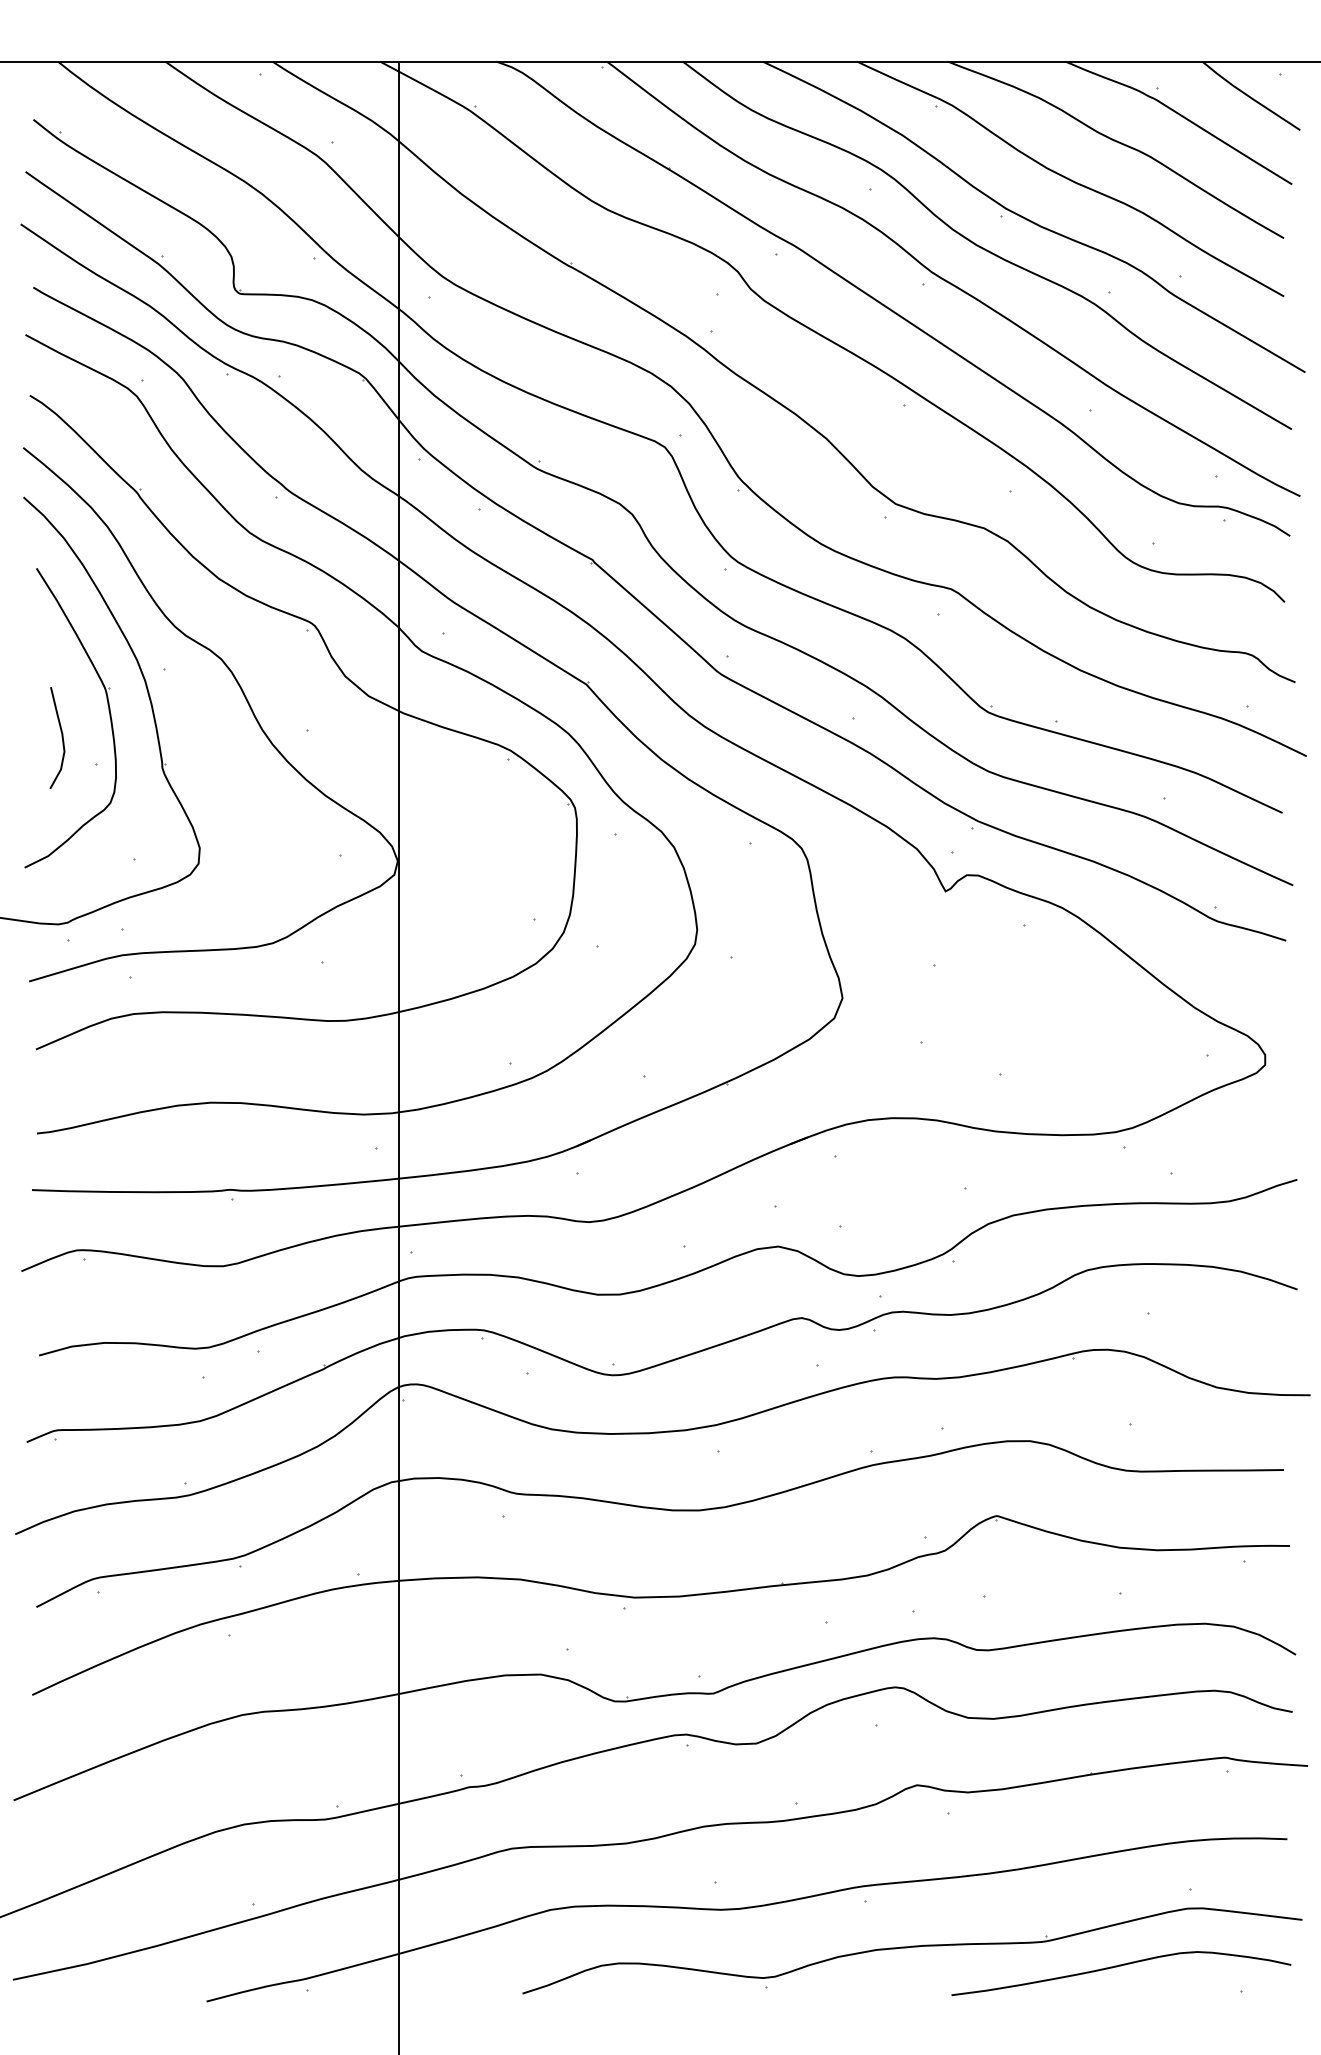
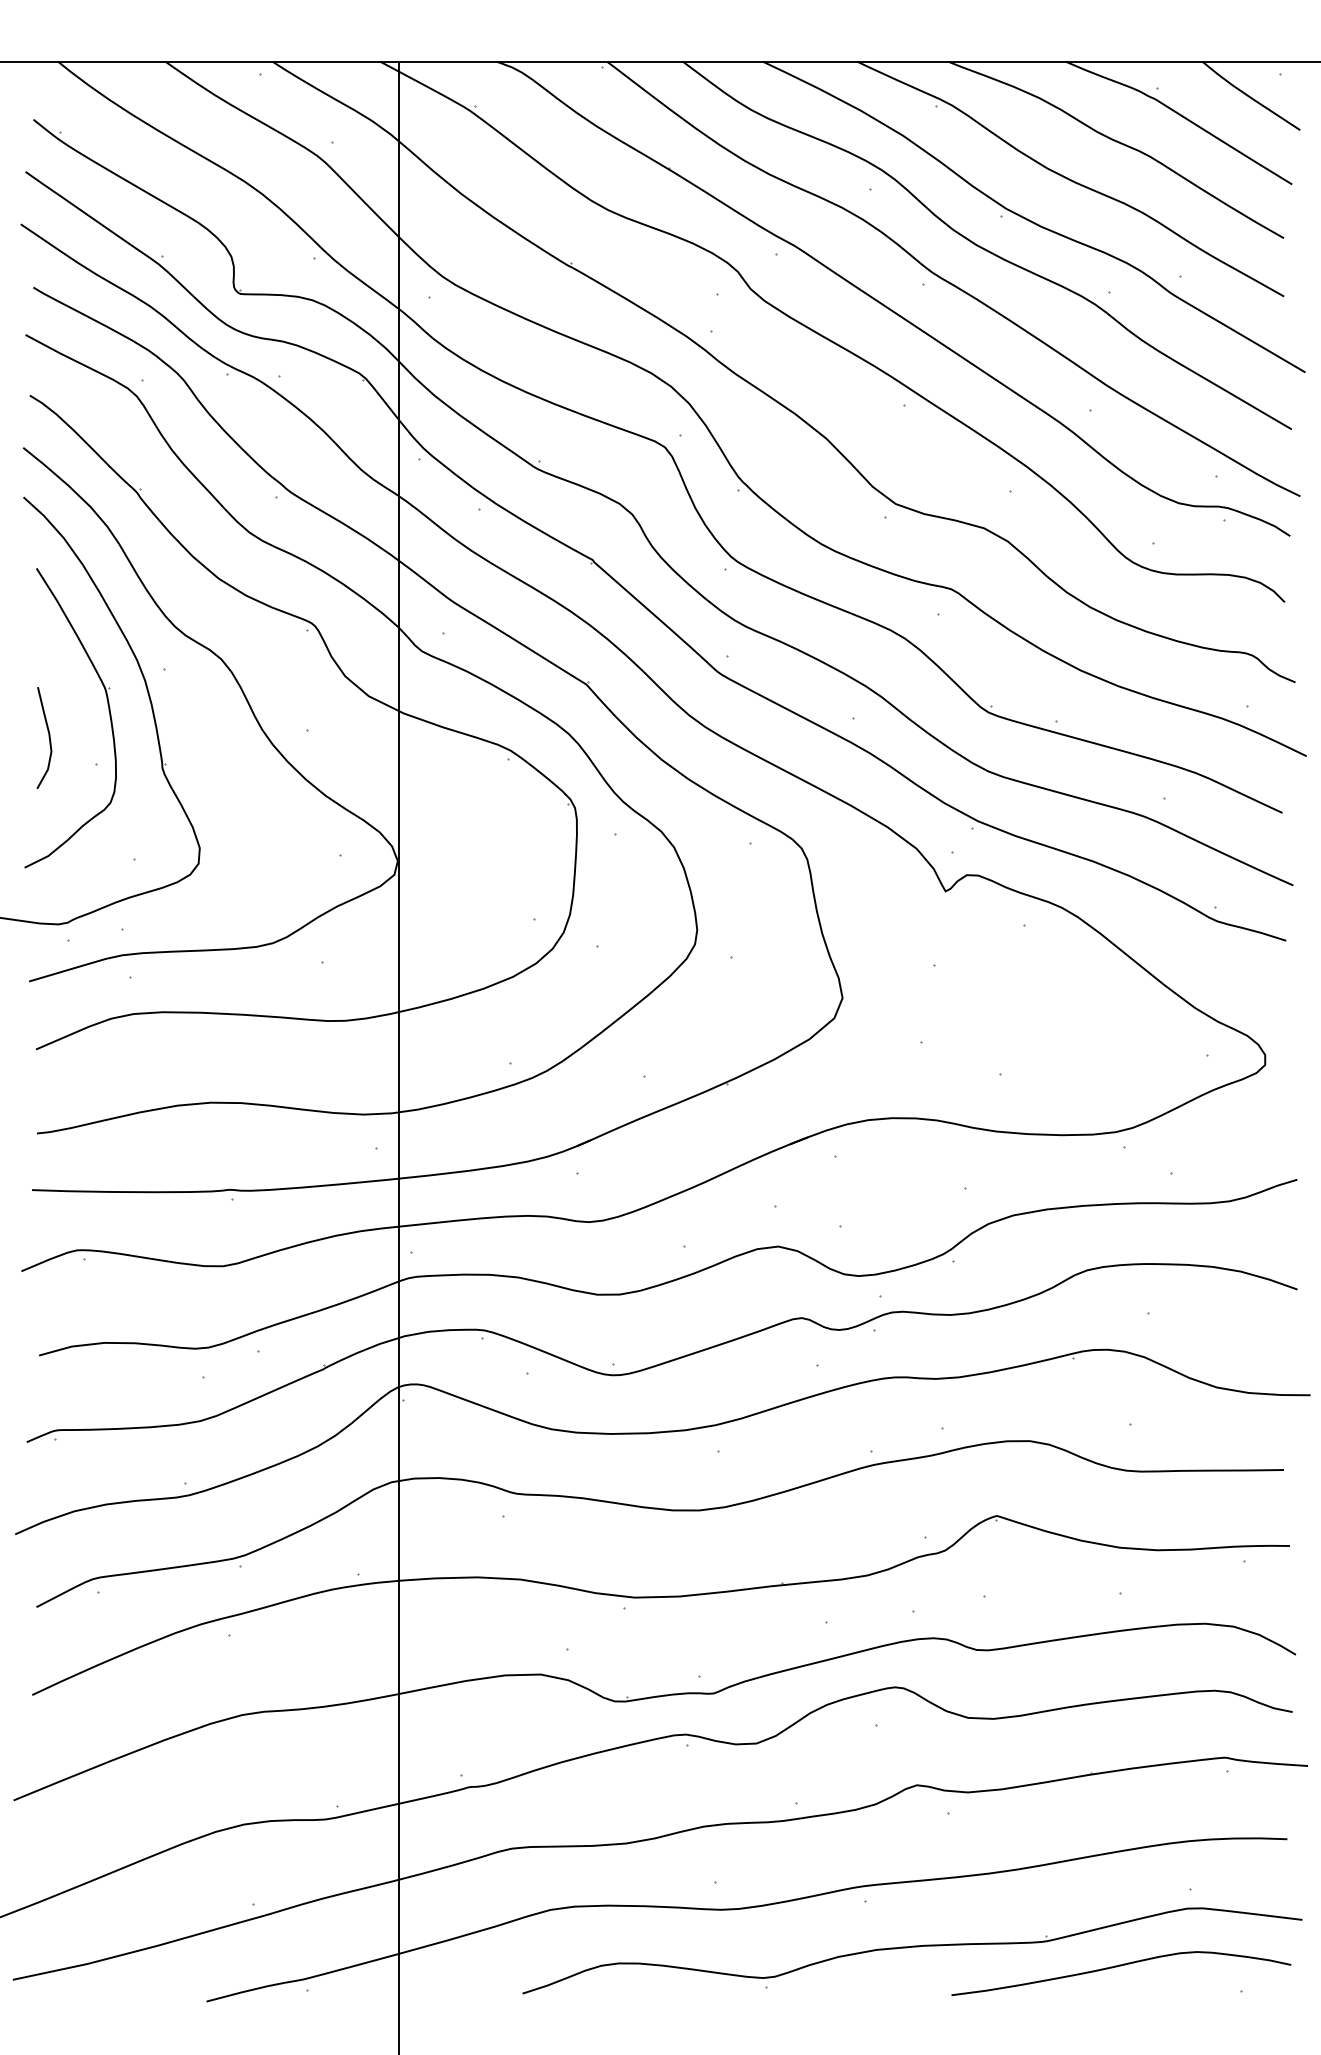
curve at (61, 737) position: (61, 737) -> (48, 737)
